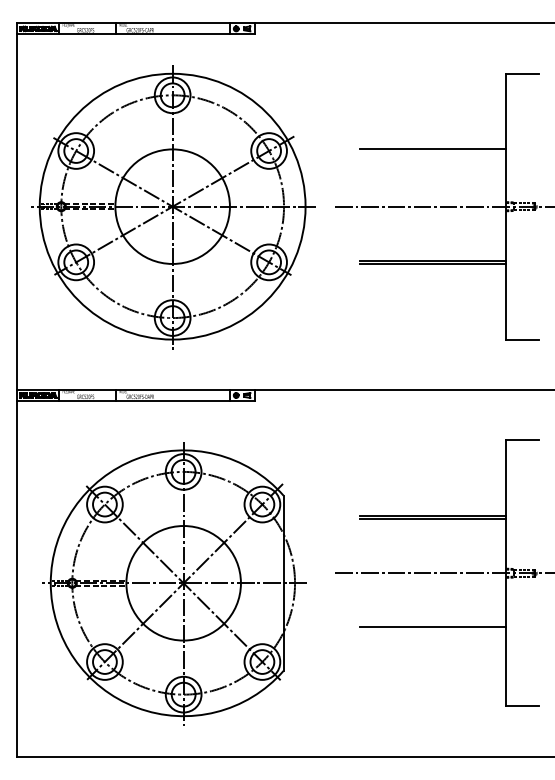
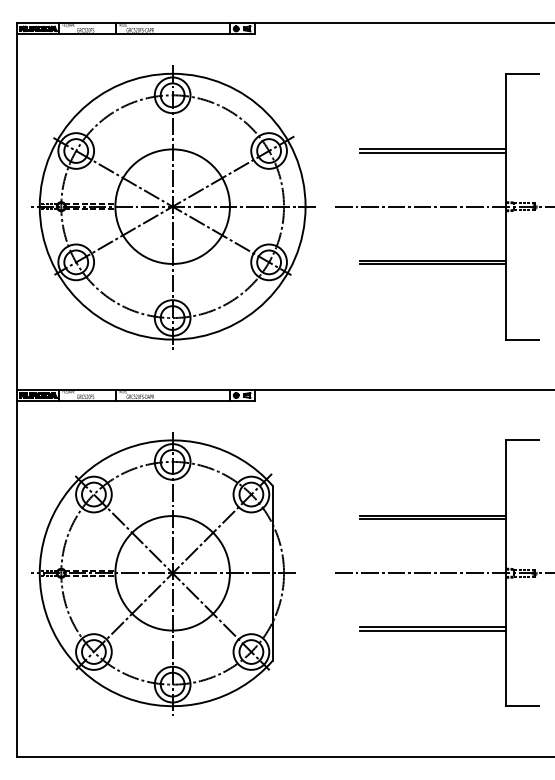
line at (432, 152): none -> present
part at (174, 583) position: (174, 583) -> (163, 573)
line at (432, 630): none -> present
